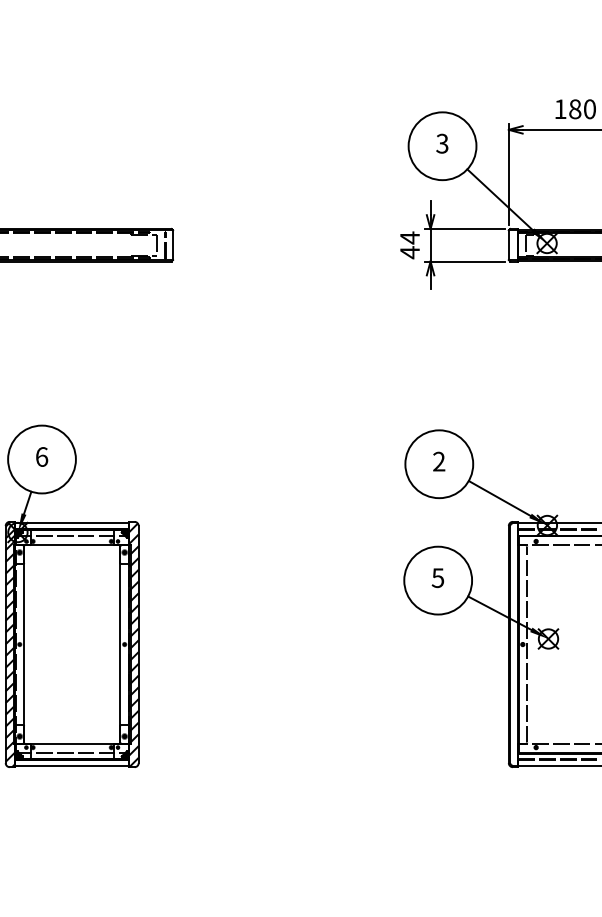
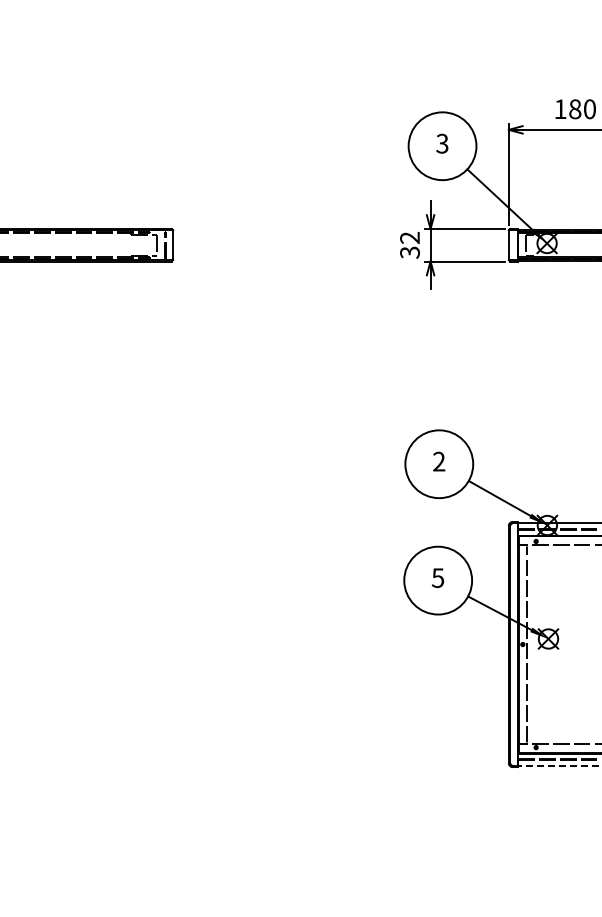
text at (409, 245): 44 -> 32
part at (71, 595): present -> none
line at (559, 766): solid -> dashed
